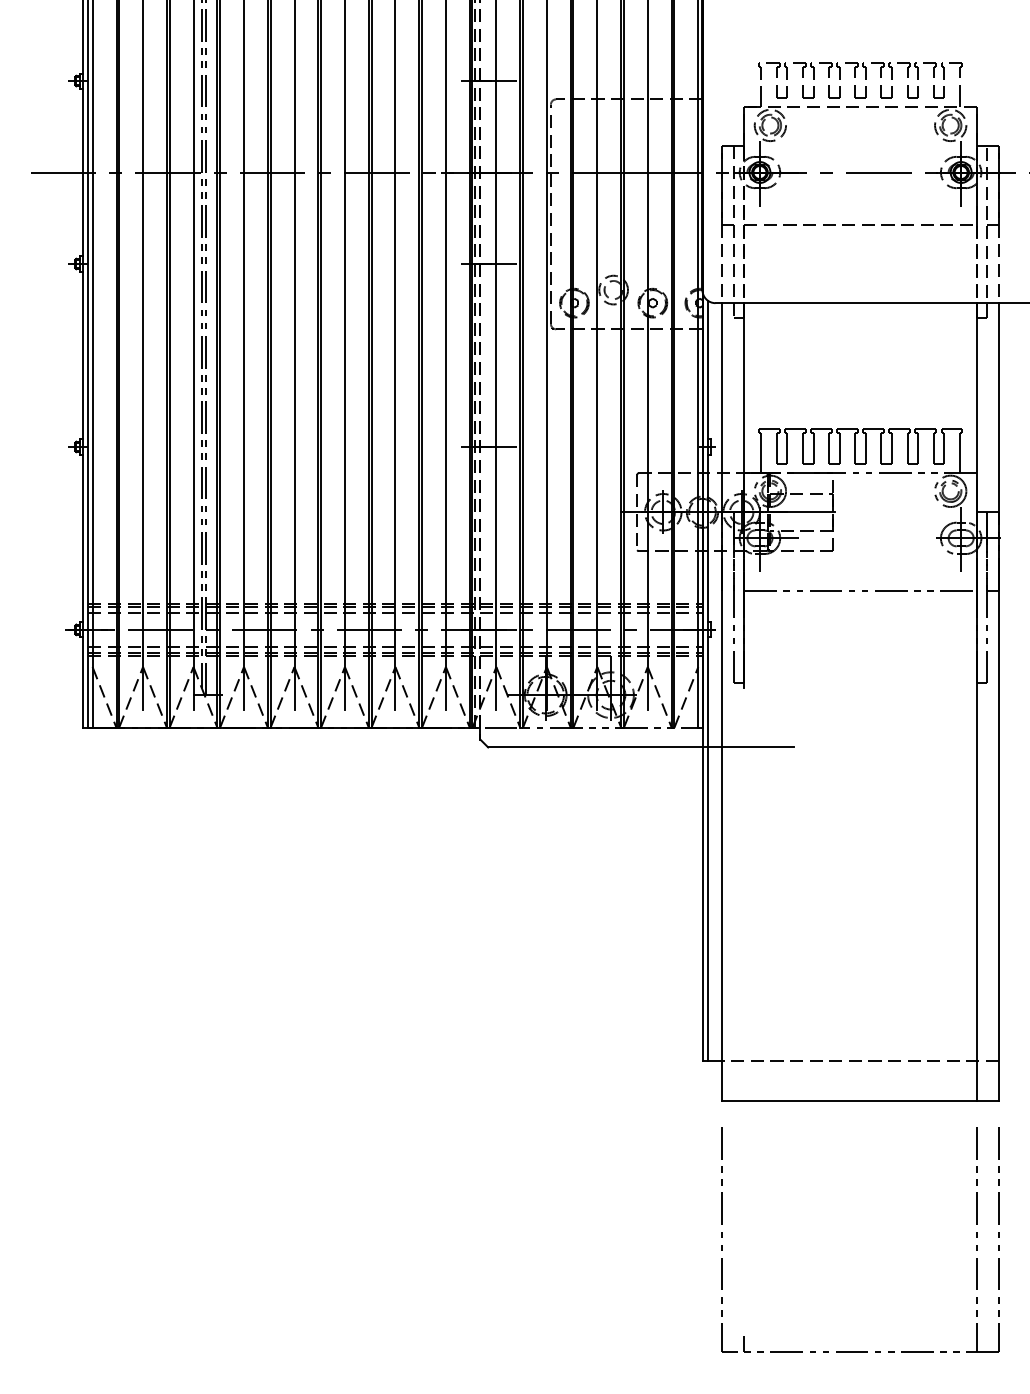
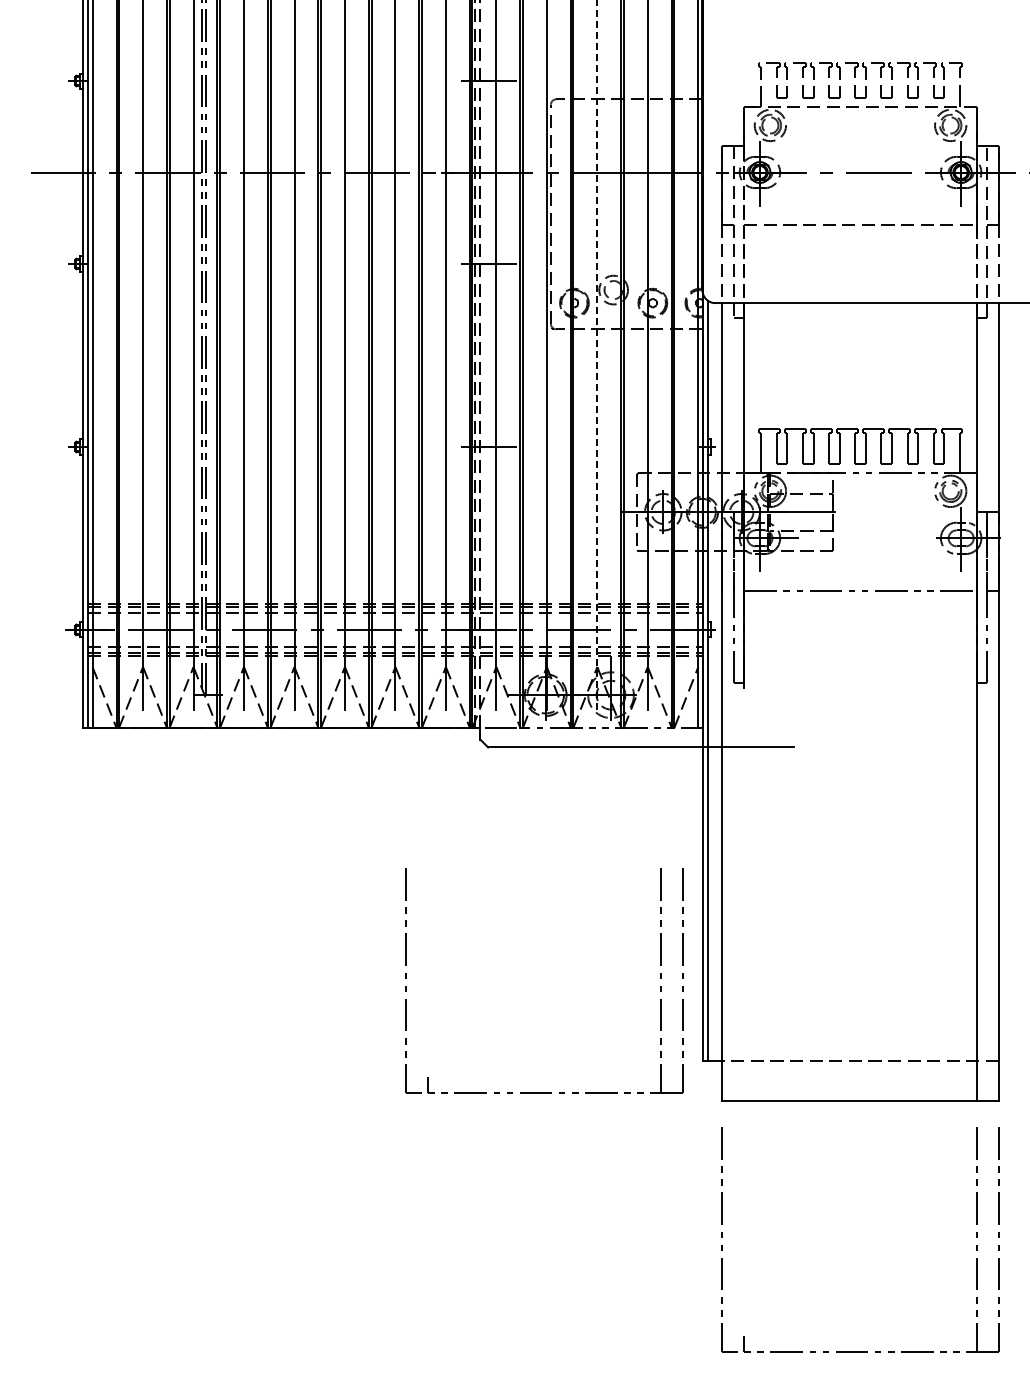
line at (597, 355): solid -> dashed
part at (544, 1092): none -> present
